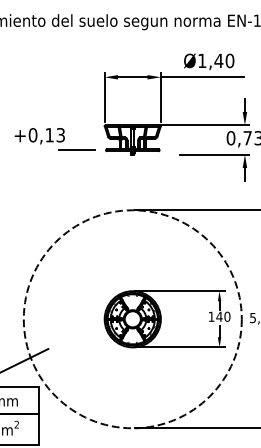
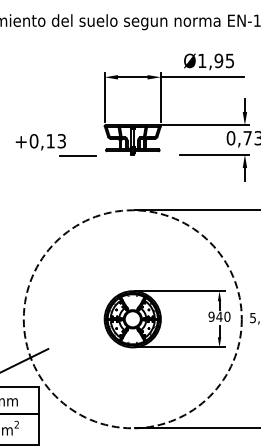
text at (224, 60): Ø1,40 -> Ø1,95
part at (54, 139) position: (54, 139) -> (55, 145)
text at (211, 316): 140 -> 940
